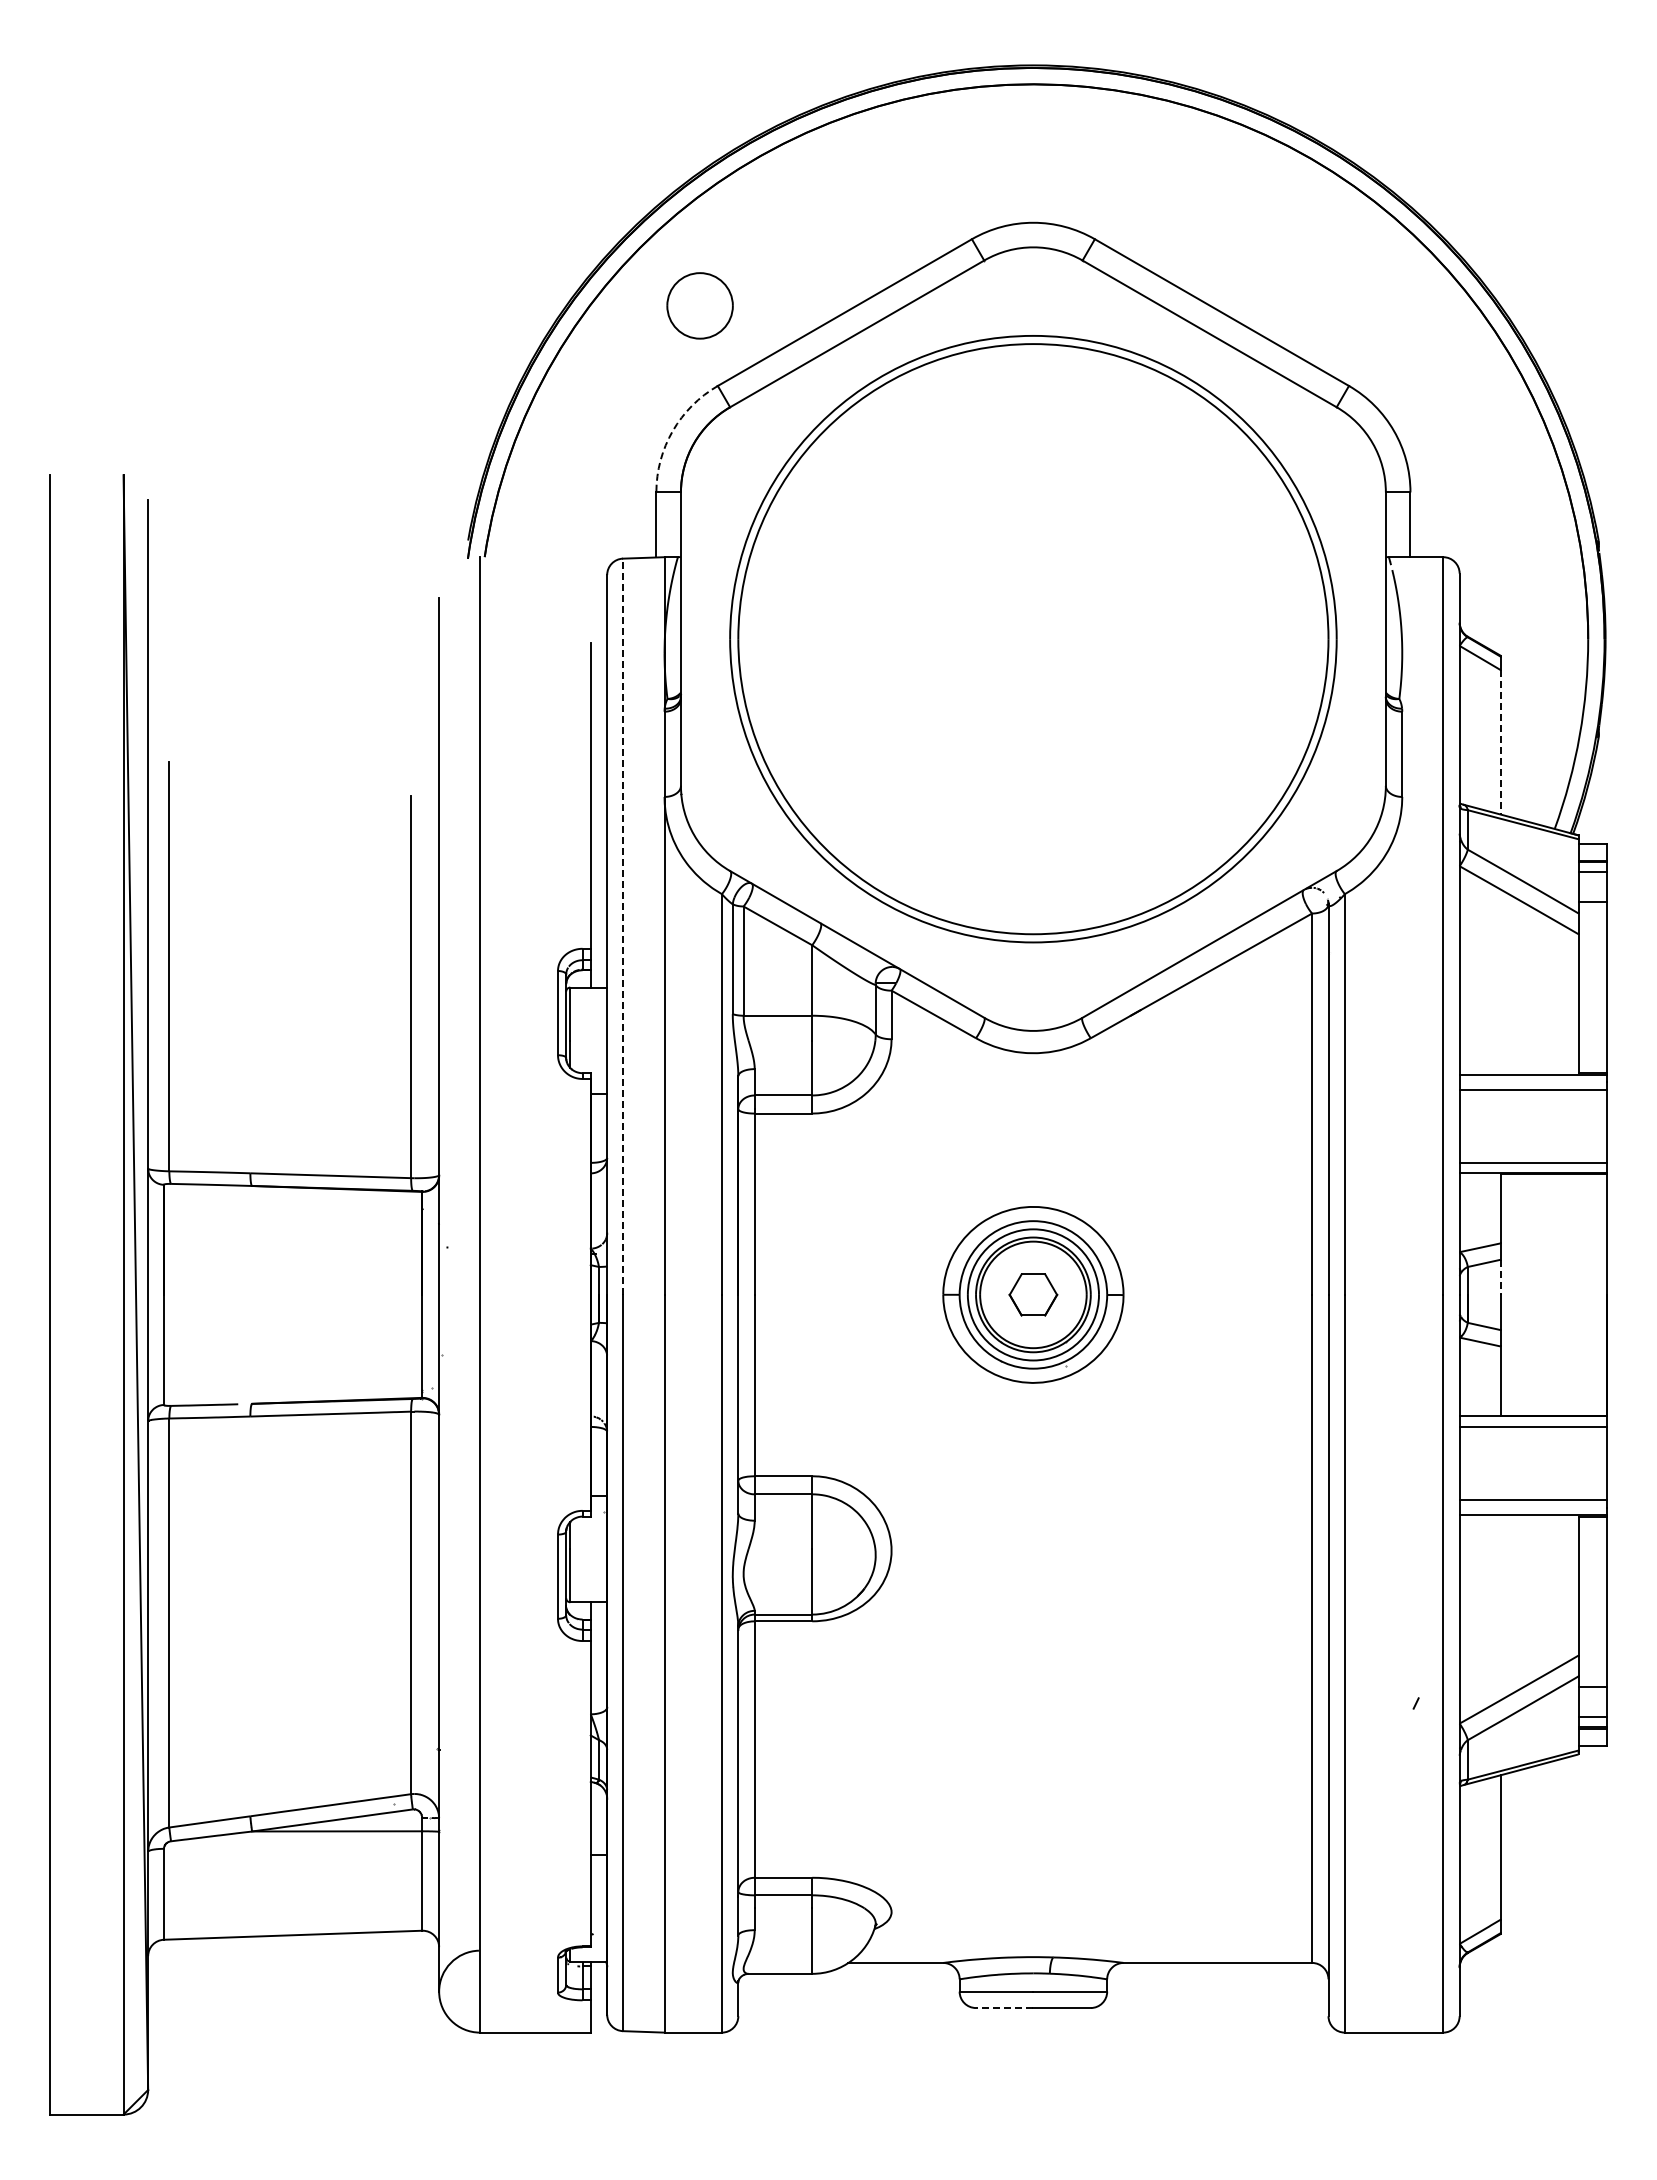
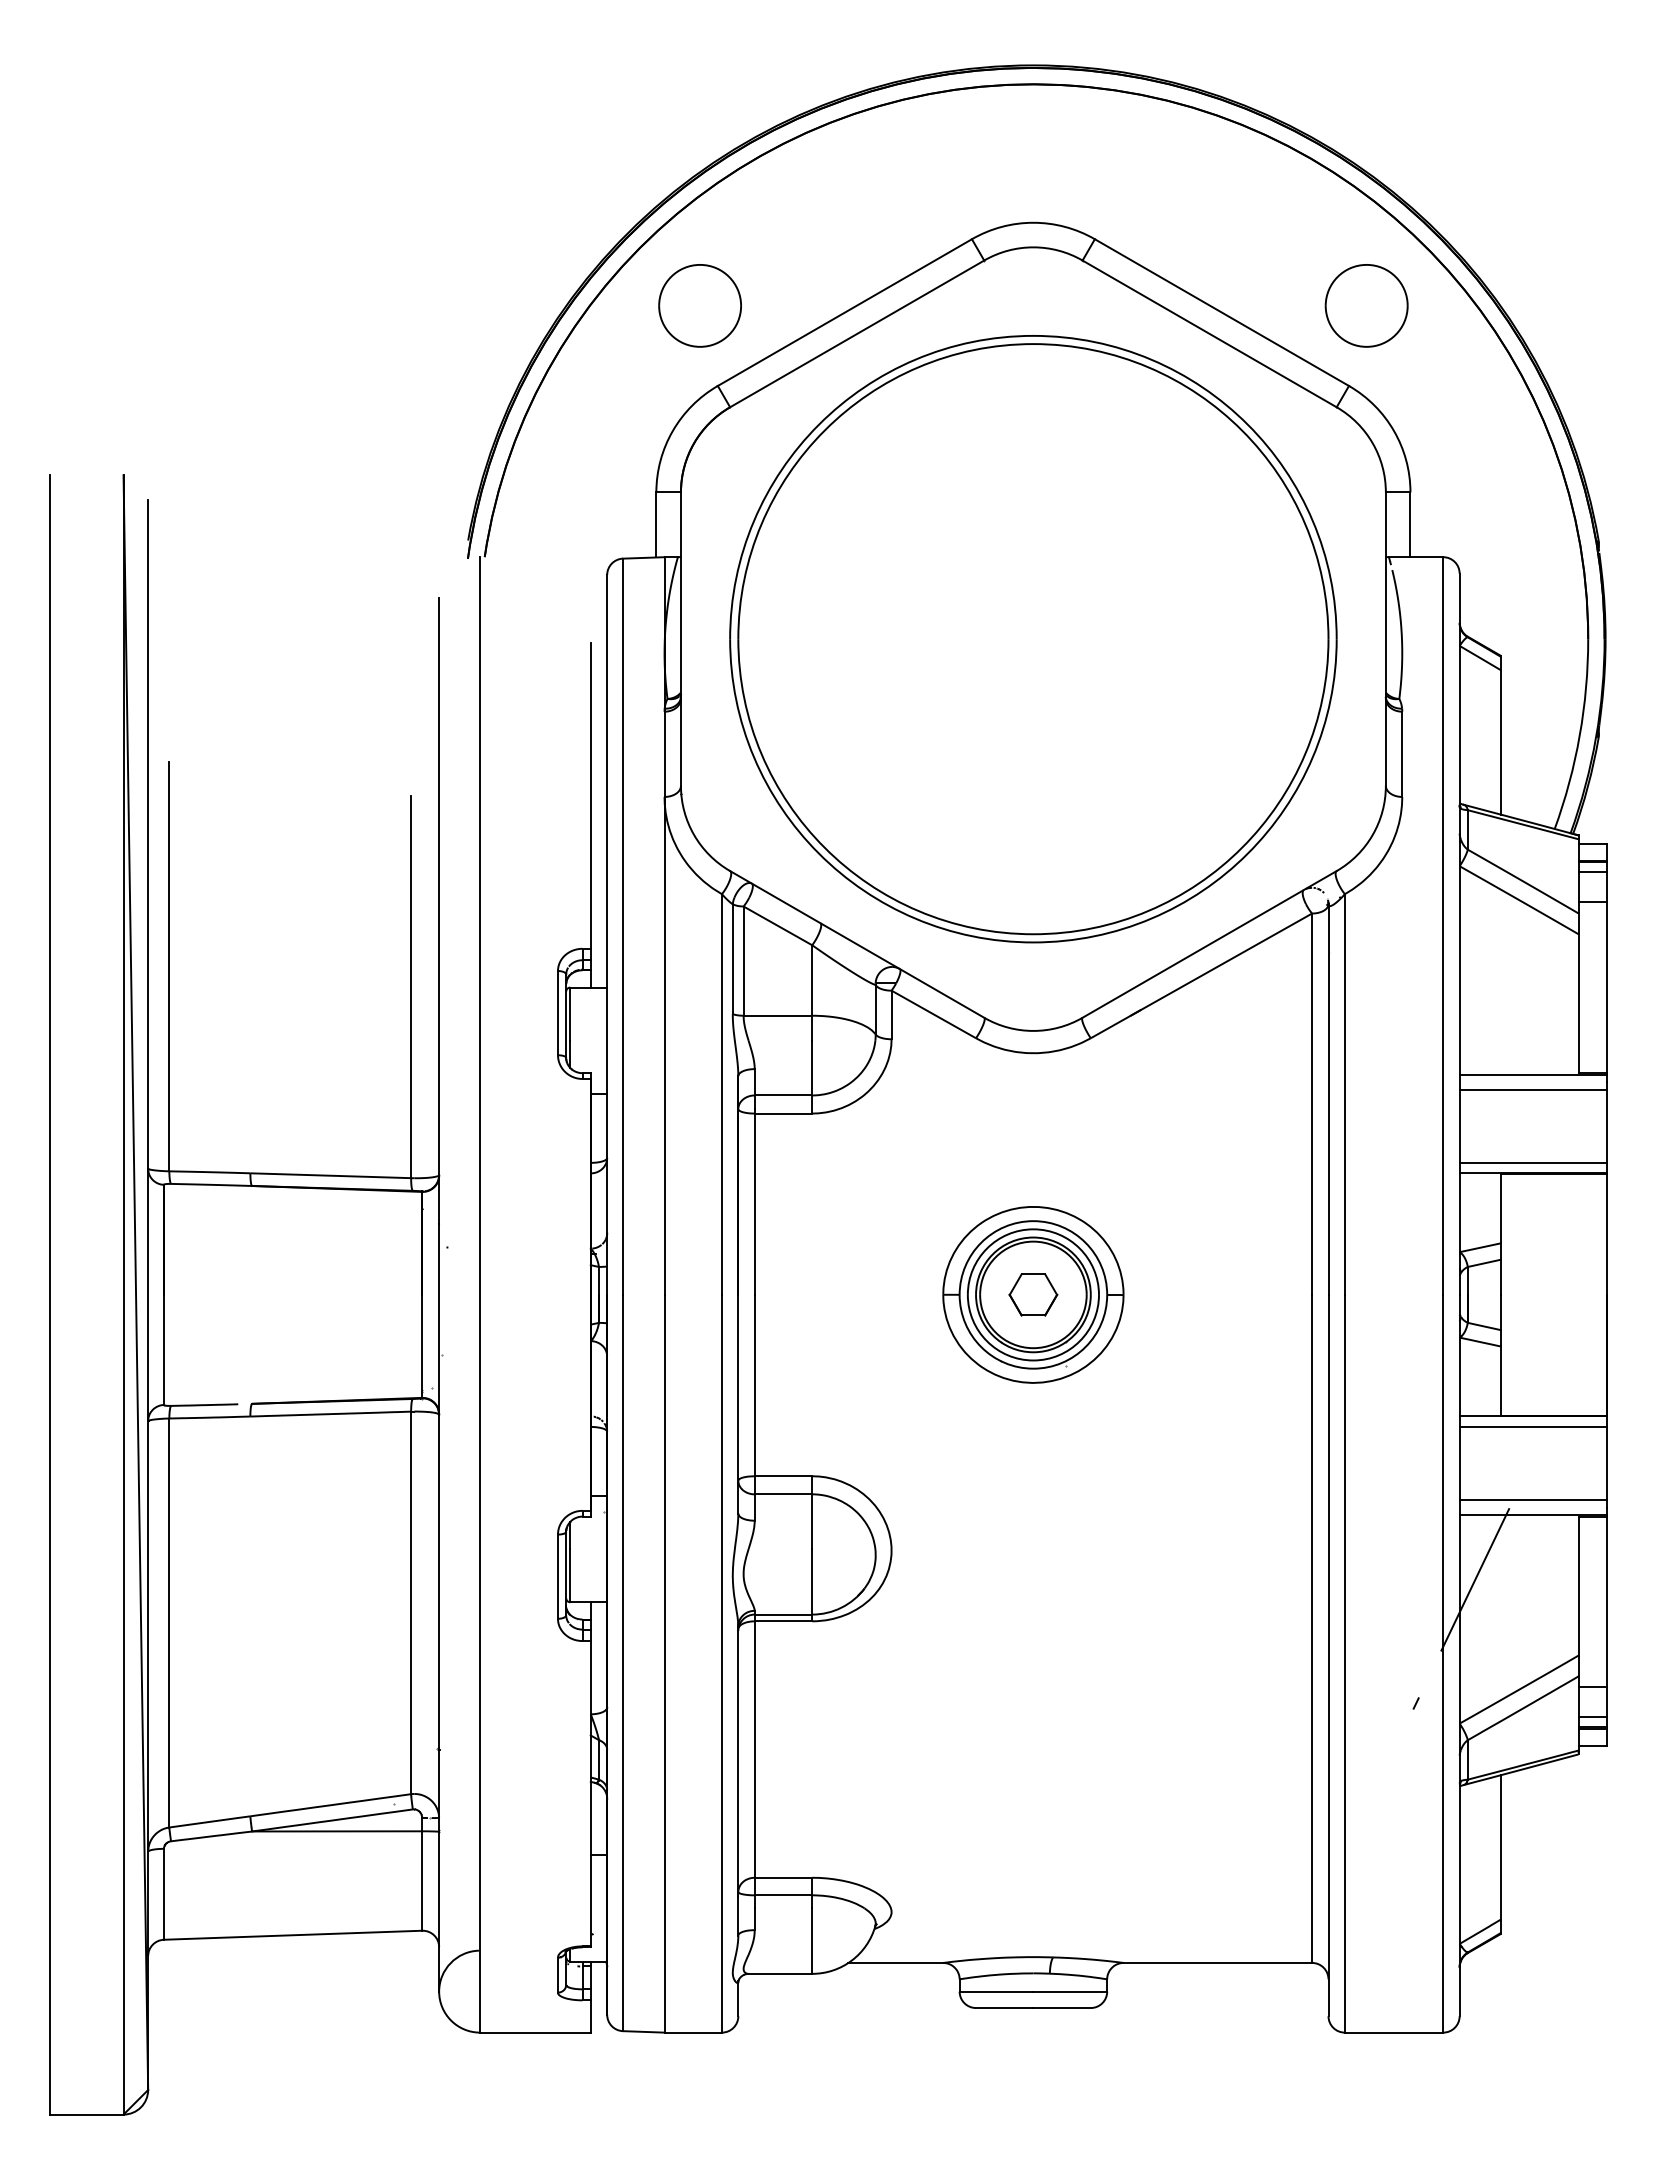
part at (699, 305) size: 68x68 px -> 84x84 px
part at (1366, 305): none -> present
arc at (672, 430): dashed -> solid
line at (1500, 742): dashed -> solid
line at (623, 926): dashed -> solid
line at (1500, 1277): dashed -> solid
line at (1475, 1579): none -> present
line at (1004, 2008): dashed -> solid
